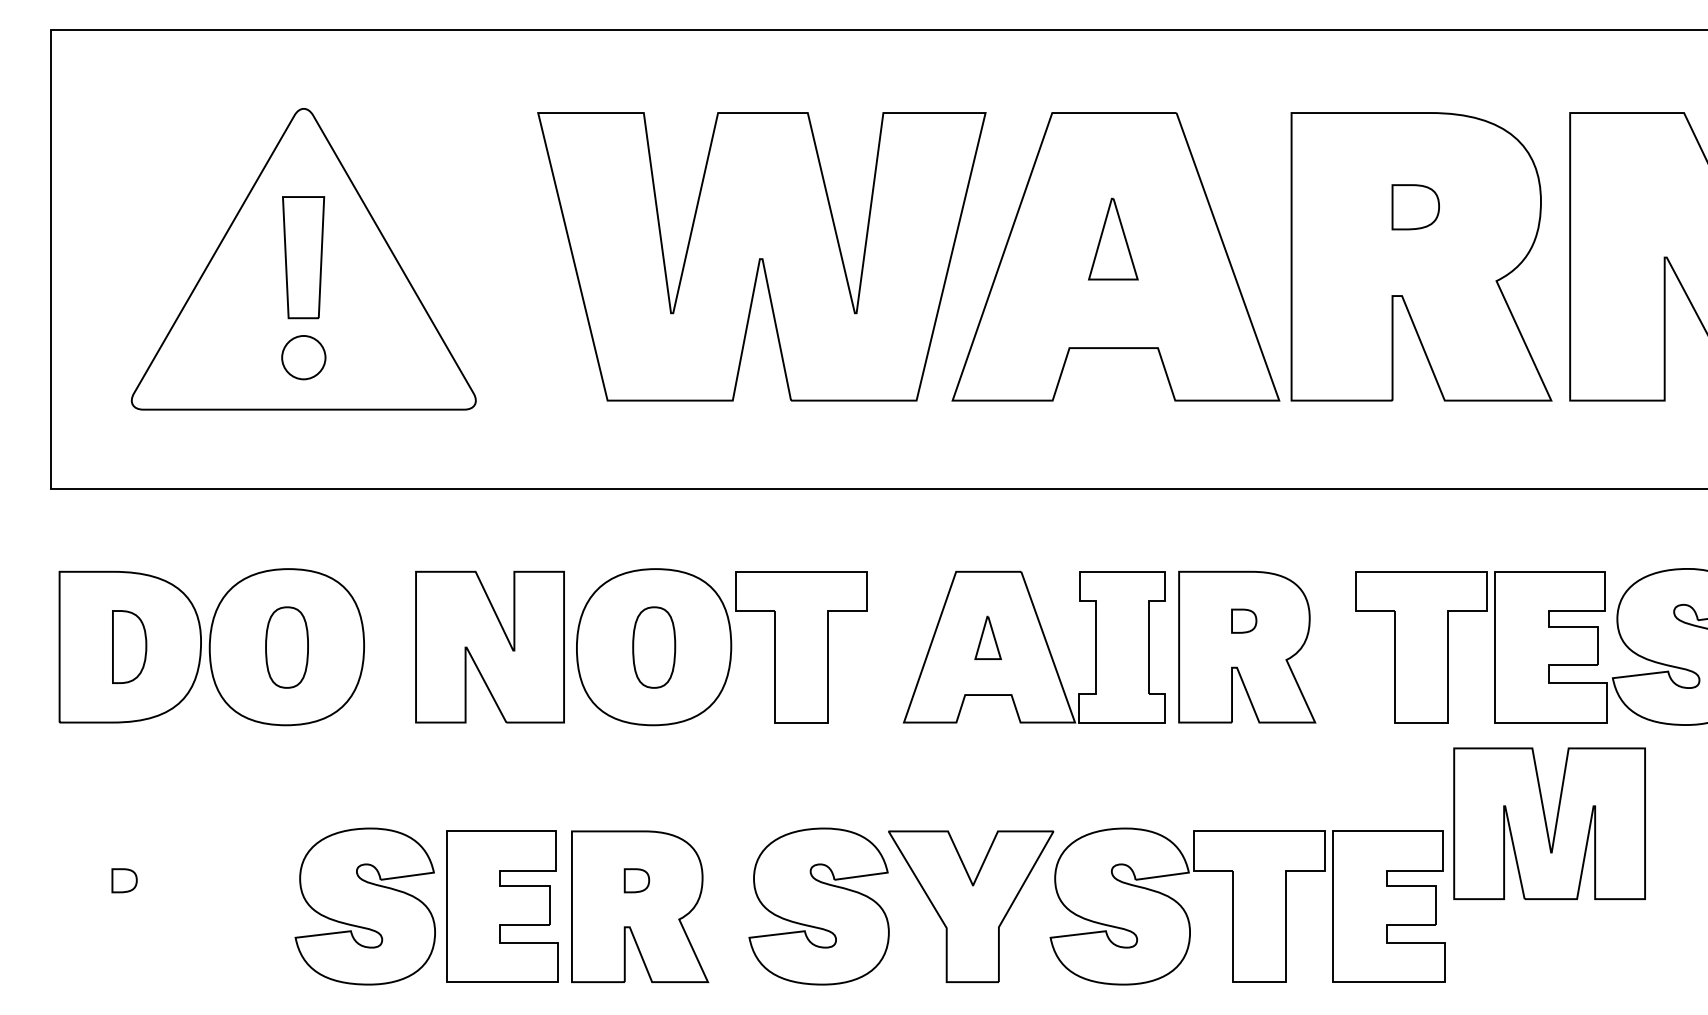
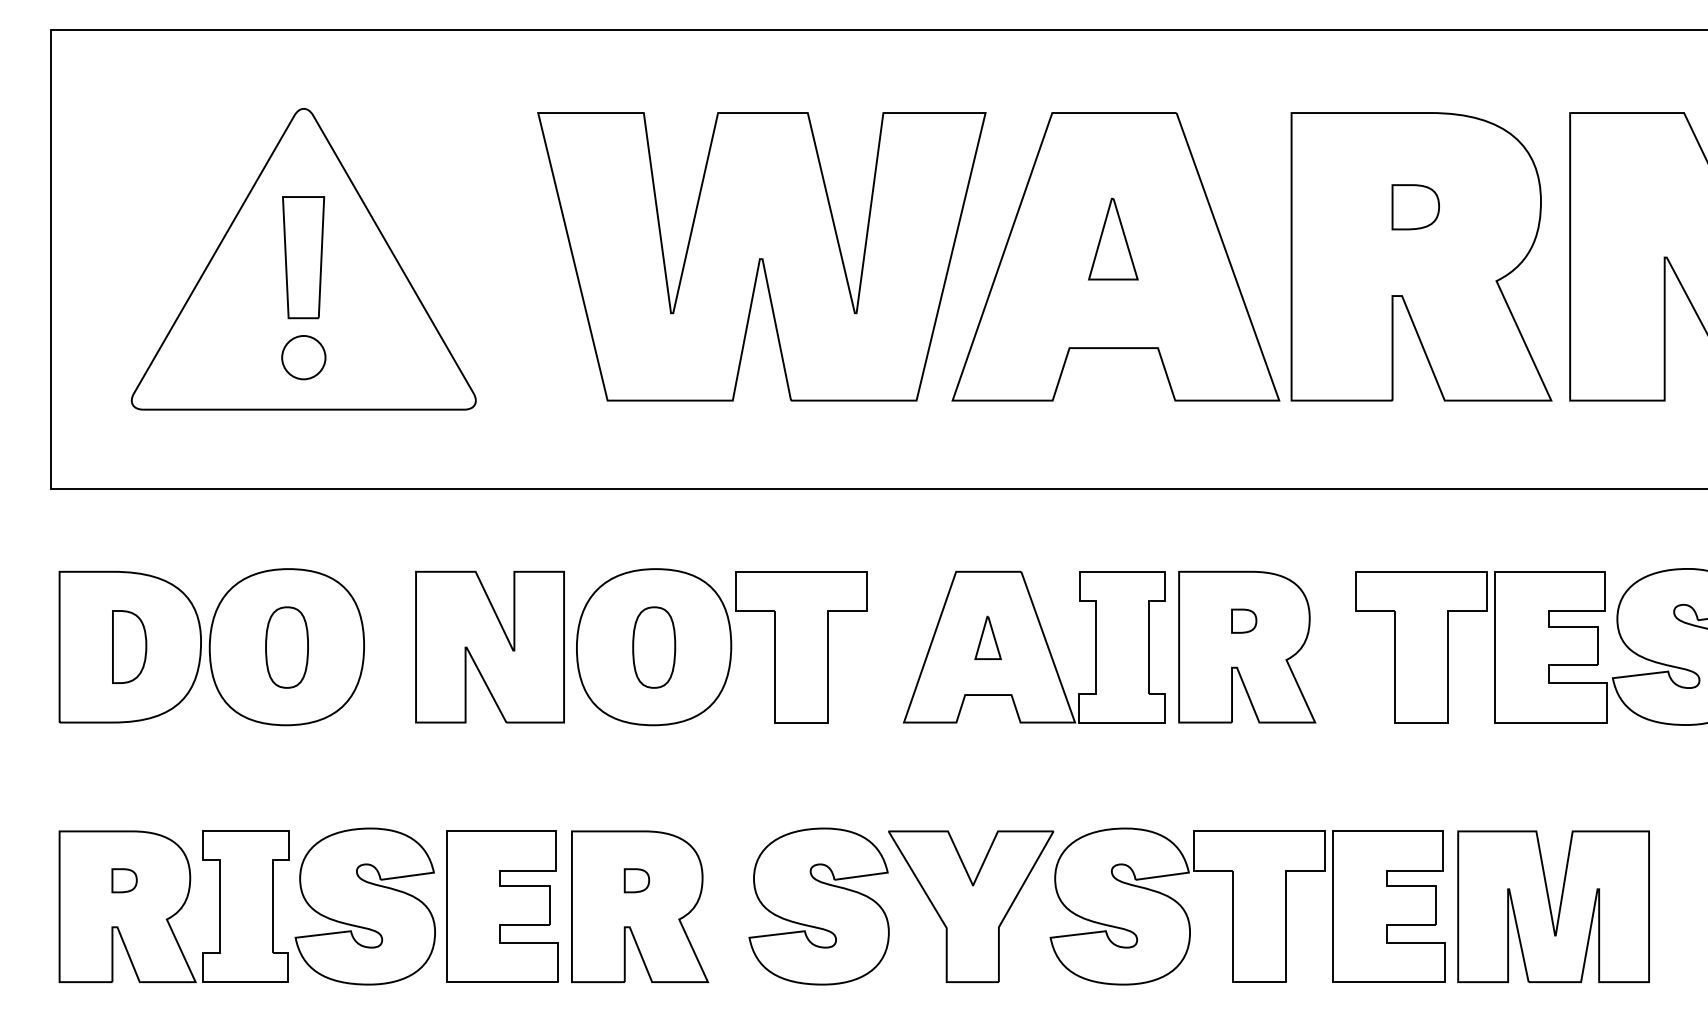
part at (1549, 823) position: (1549, 823) -> (1553, 906)
part at (173, 906): none -> present
